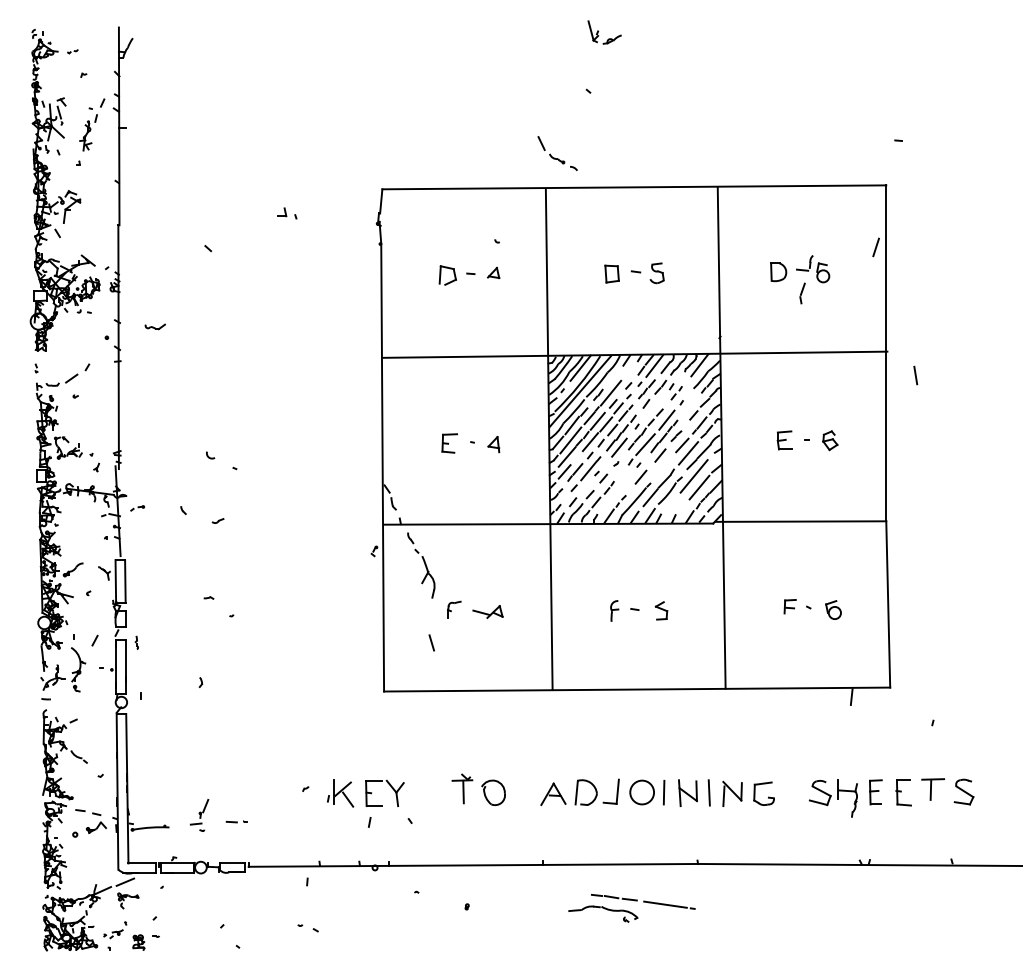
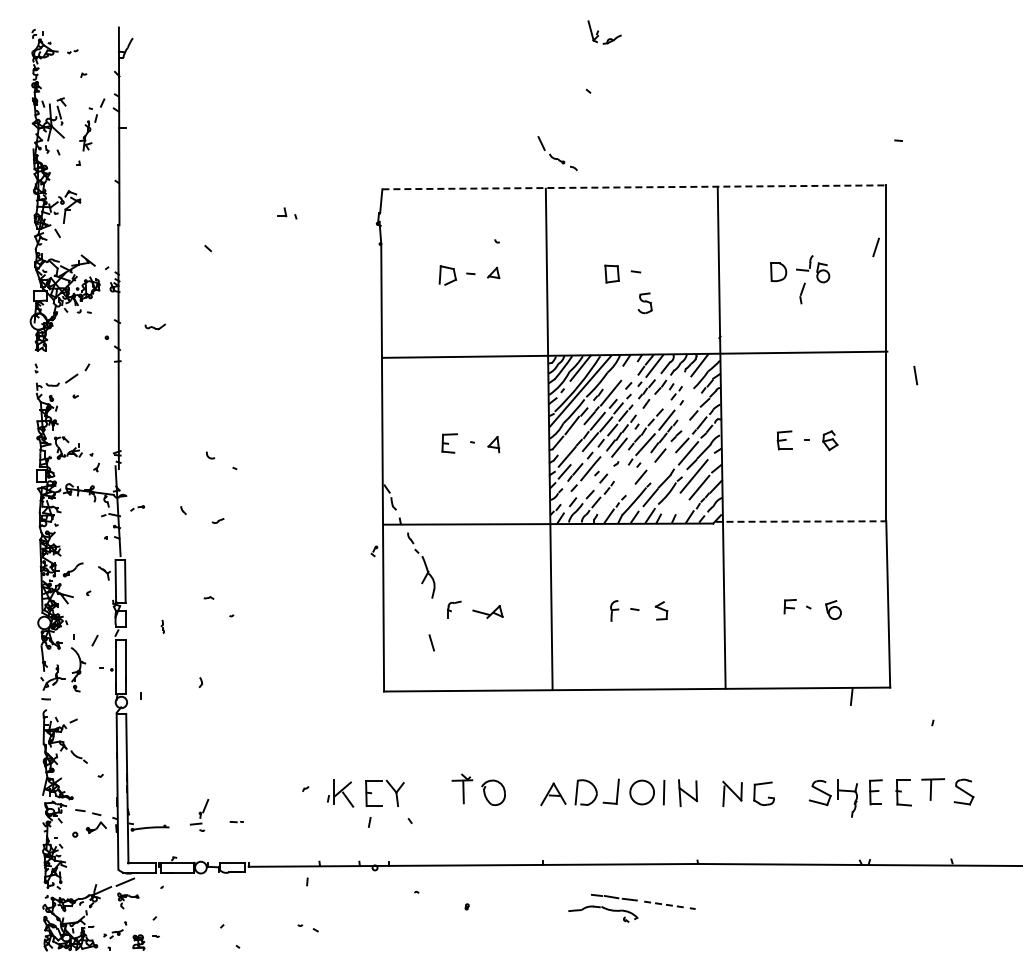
line at (634, 187): solid -> dashed
part at (656, 273) position: (656, 273) -> (644, 303)
line at (570, 440): present -> none
line at (801, 521): solid -> dashed
part at (136, 642) position: (136, 642) -> (162, 626)
line at (708, 792): present -> none
part at (236, 821) size: 23x4 px -> 15x3 px
line at (665, 904): solid -> dashed
